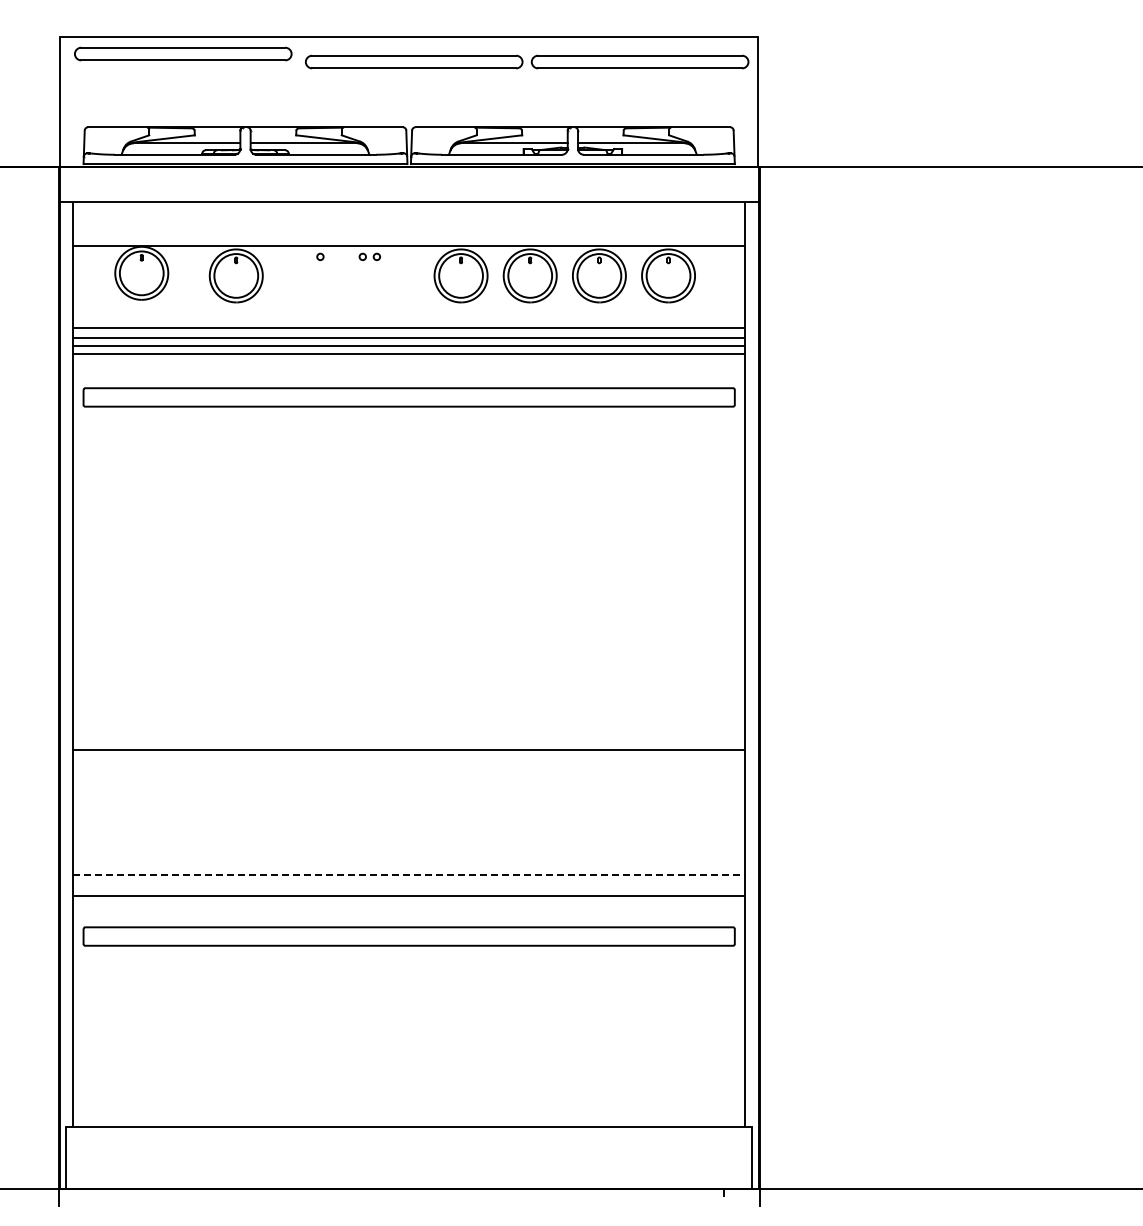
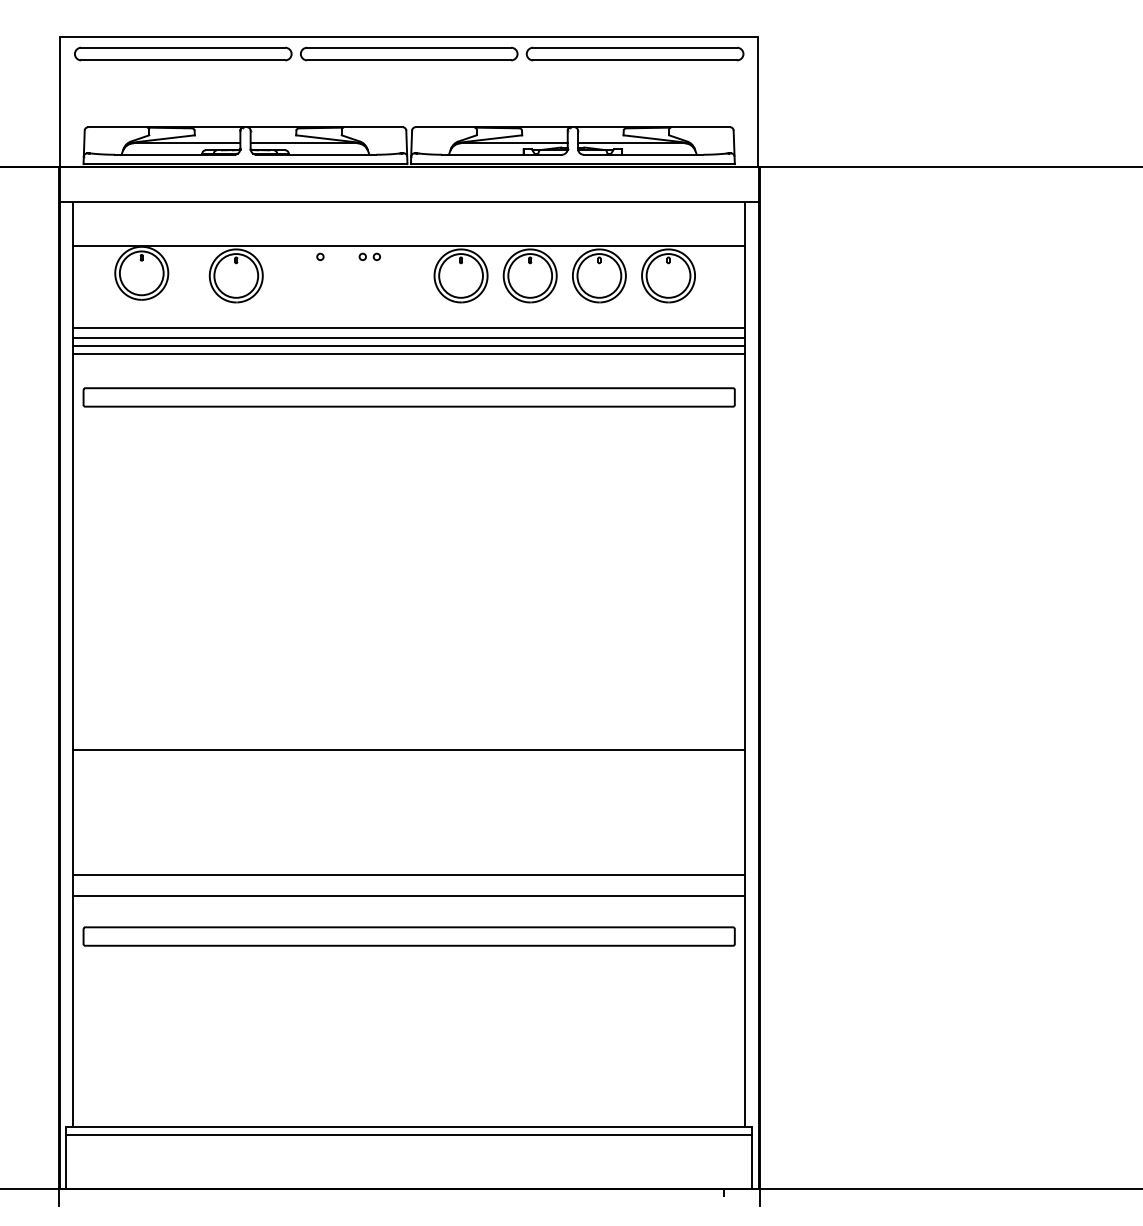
part at (527, 61) position: (527, 61) -> (522, 53)
line at (409, 875): dashed -> solid
line at (409, 1135): none -> present
